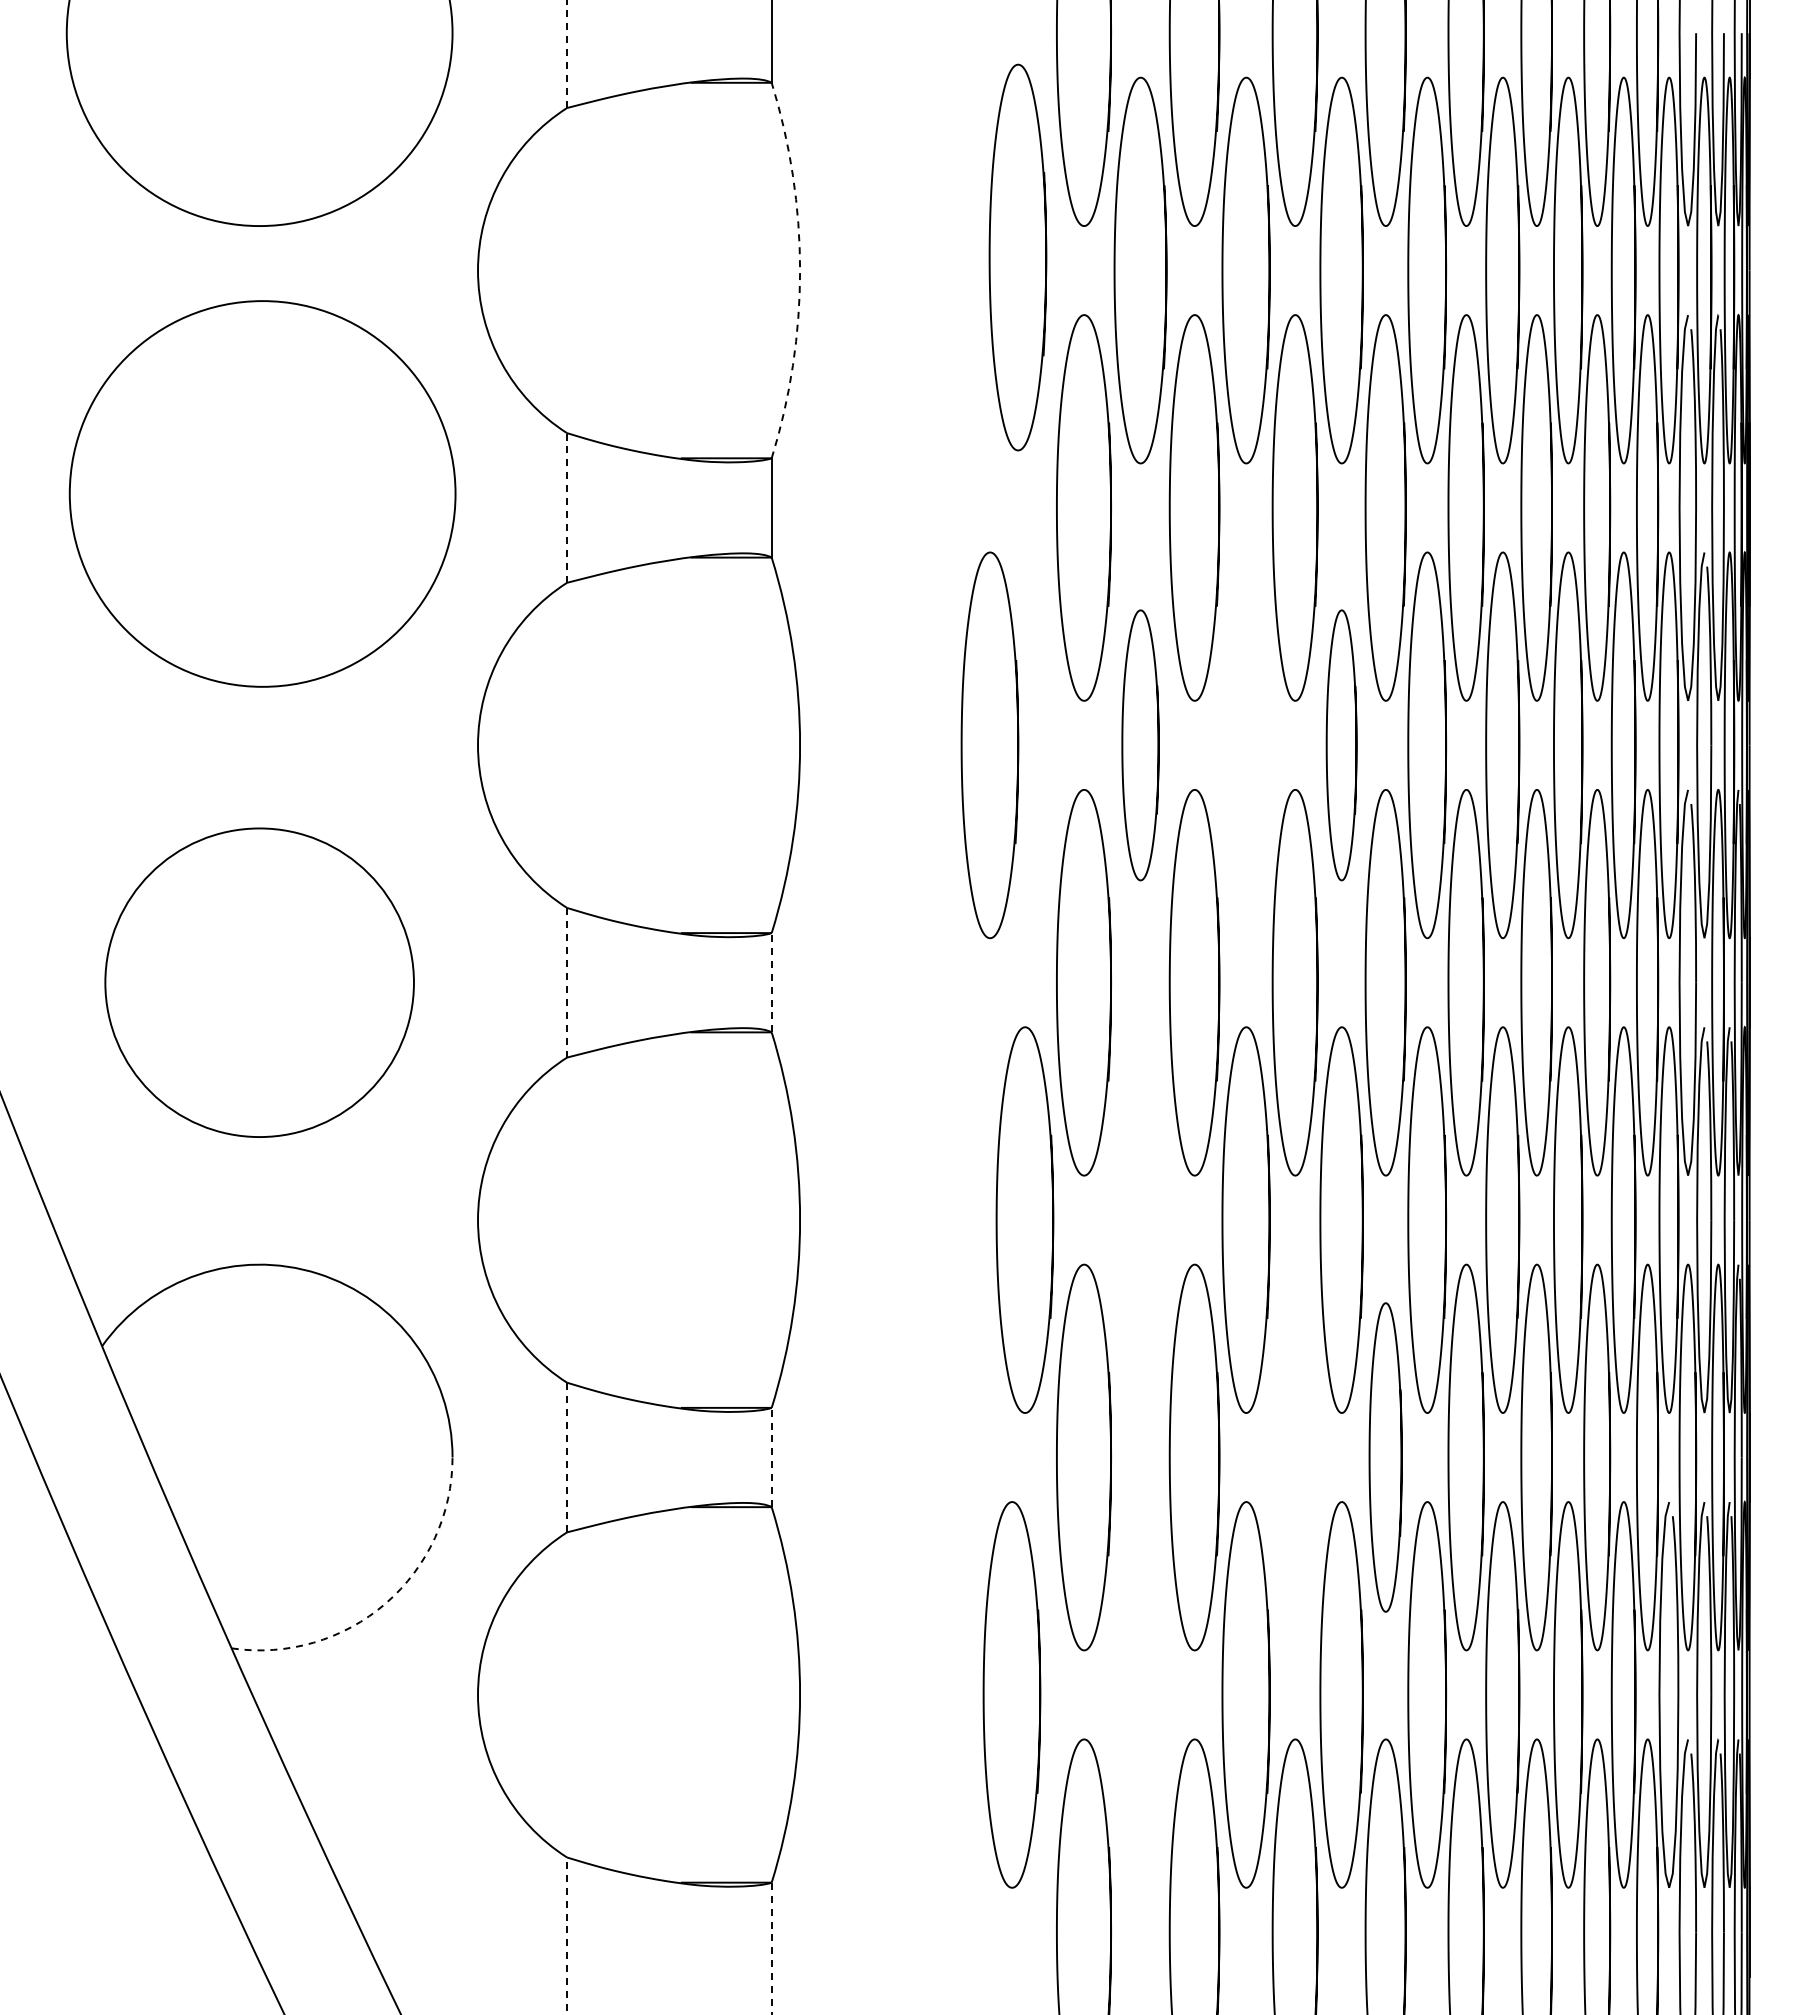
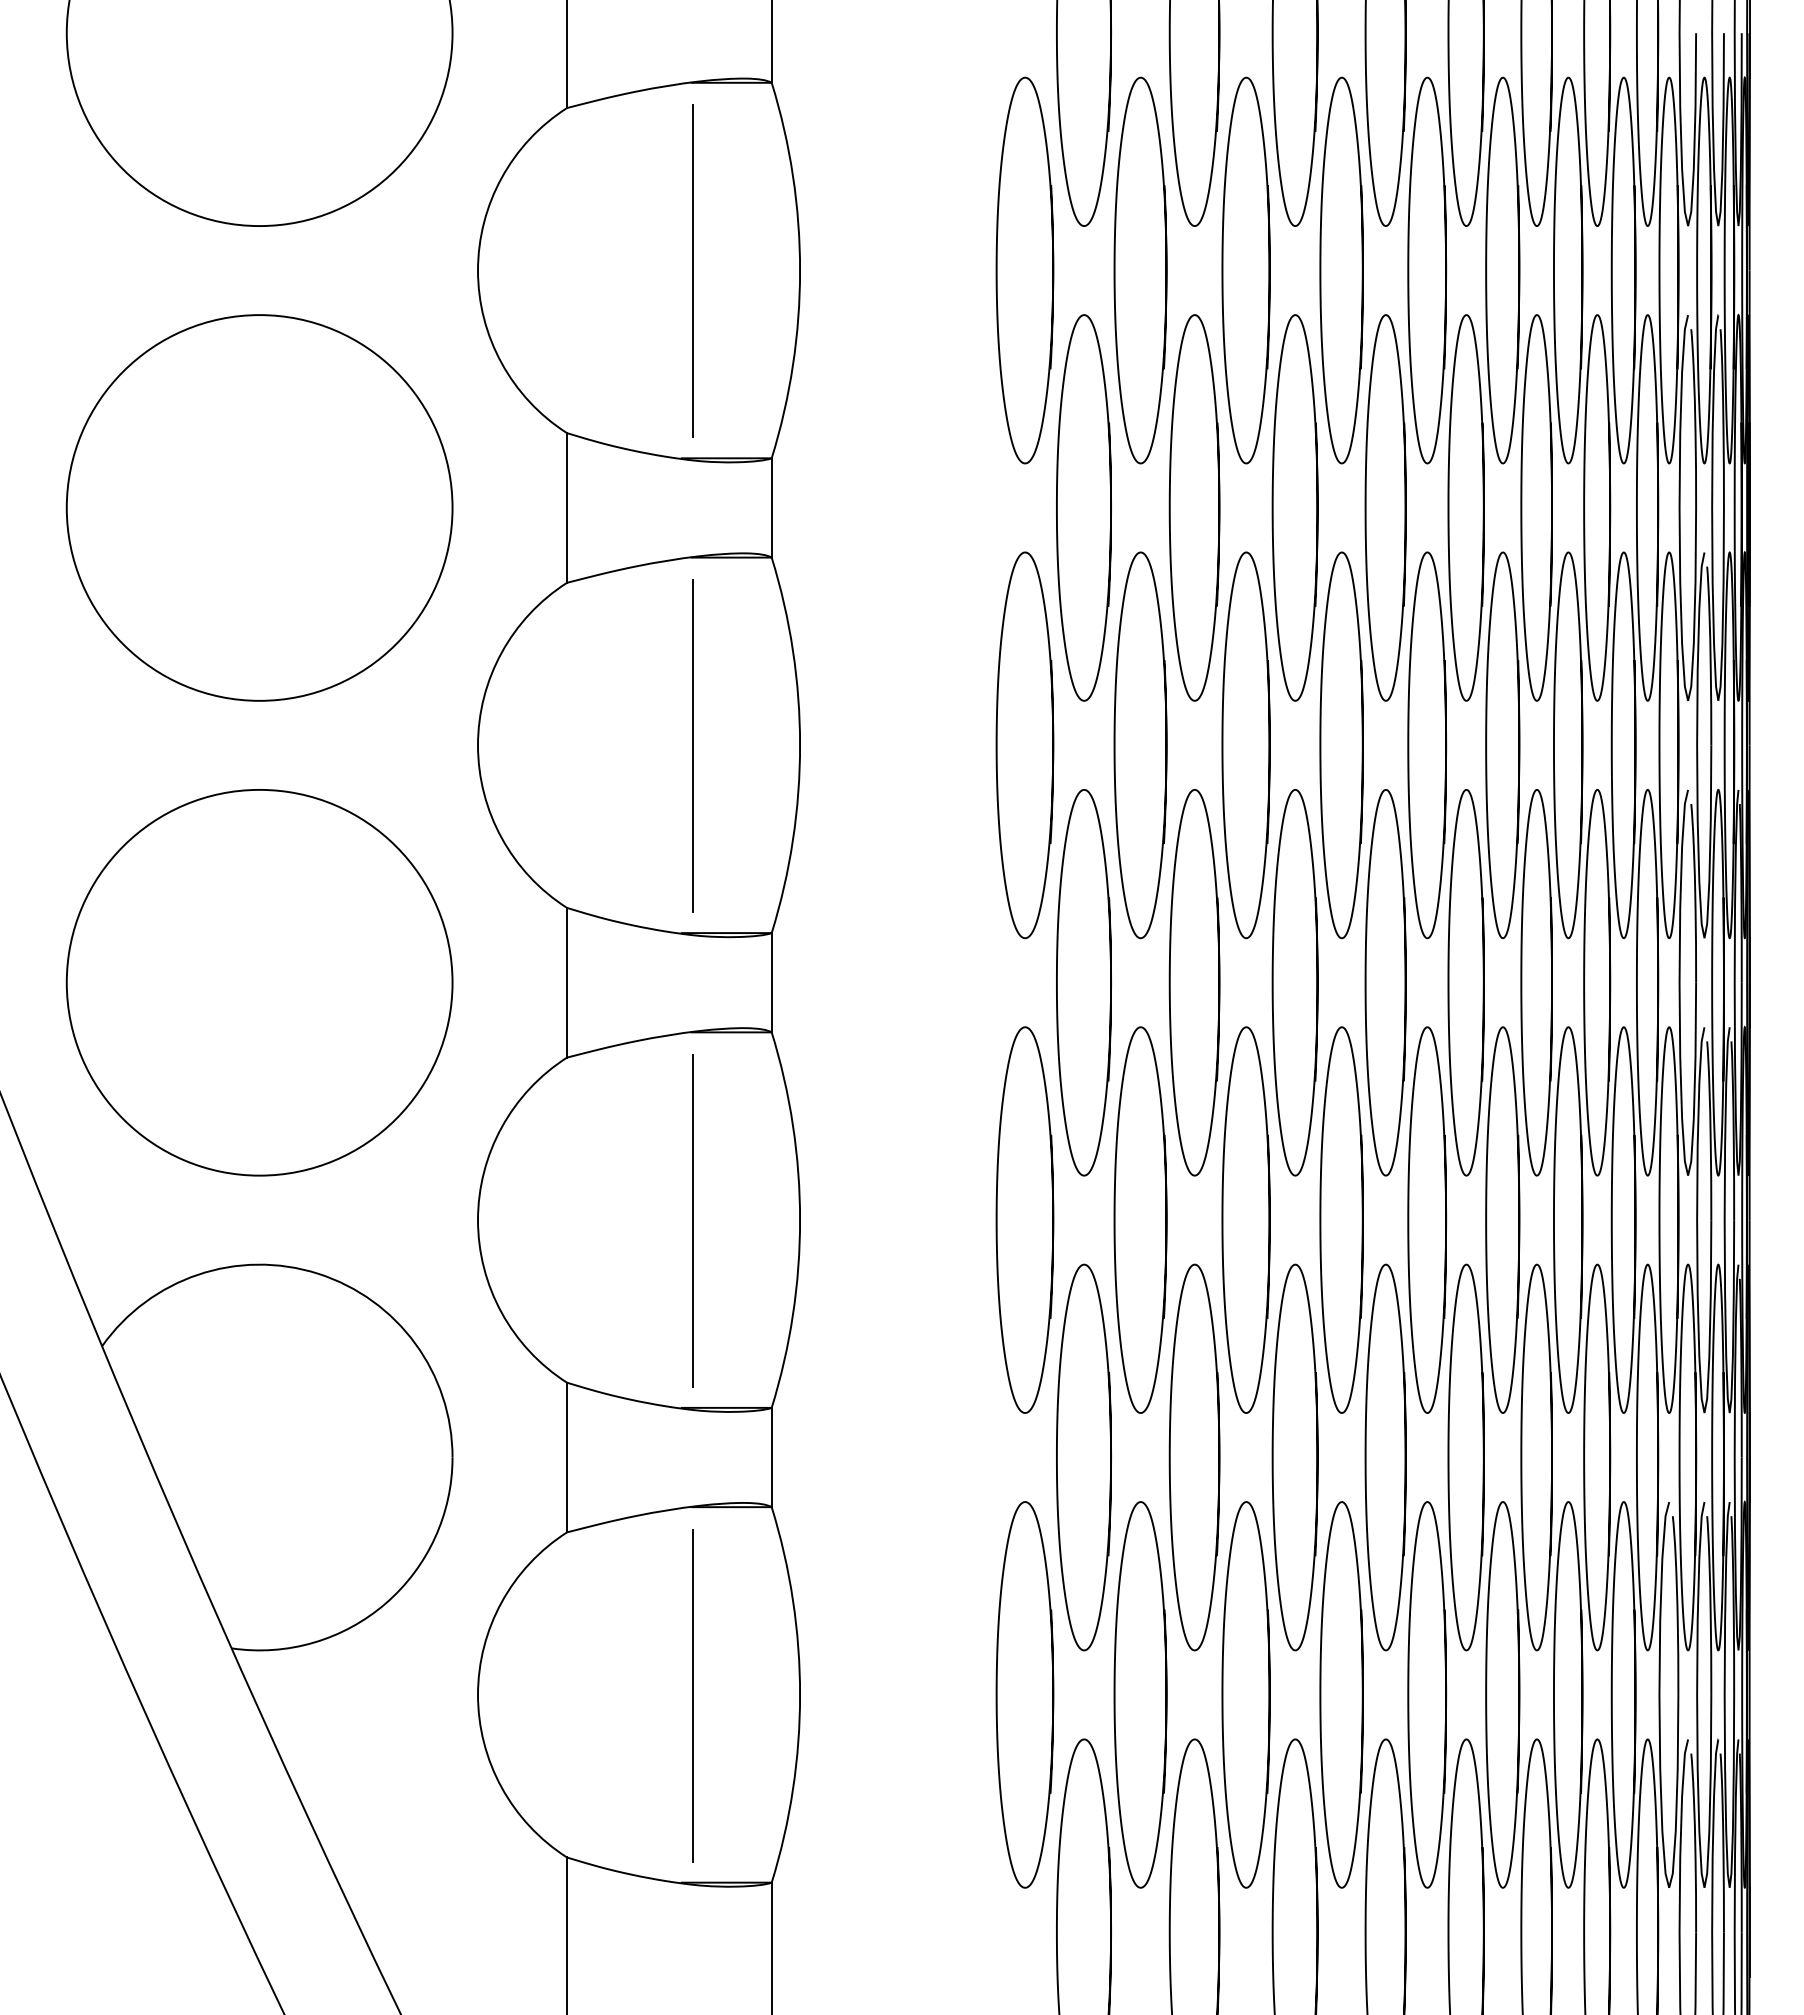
line at (567, 54): dashed -> solid
part at (1017, 257) position: (1017, 257) -> (1024, 270)
arc at (800, 270): dashed -> solid
line at (692, 271): none -> present
circle at (262, 493) position: (262, 493) -> (259, 507)
line at (567, 507): dashed -> solid
line at (692, 745): none -> present
part at (989, 745) position: (989, 745) -> (1024, 745)
part at (1140, 745) size: 39x273 px -> 55x389 px
part at (1245, 745): none -> present
part at (1341, 745) size: 33x273 px -> 45x389 px
circle at (259, 982) diameter: 309 px -> 386 px
line at (567, 982): dashed -> solid
line at (771, 982): dashed -> solid
part at (1140, 1219): none -> present
line at (692, 1220): none -> present
line at (567, 1457): dashed -> solid
line at (771, 1457): dashed -> solid
part at (1294, 1457): none -> present
part at (1385, 1457) size: 35x311 px -> 43x389 px
arc at (385, 1603): dashed -> solid
part at (1011, 1694) position: (1011, 1694) -> (1024, 1694)
part at (1140, 1694): none -> present
line at (692, 1695): none -> present
line at (567, 1935): dashed -> solid
line at (771, 1948): dashed -> solid
